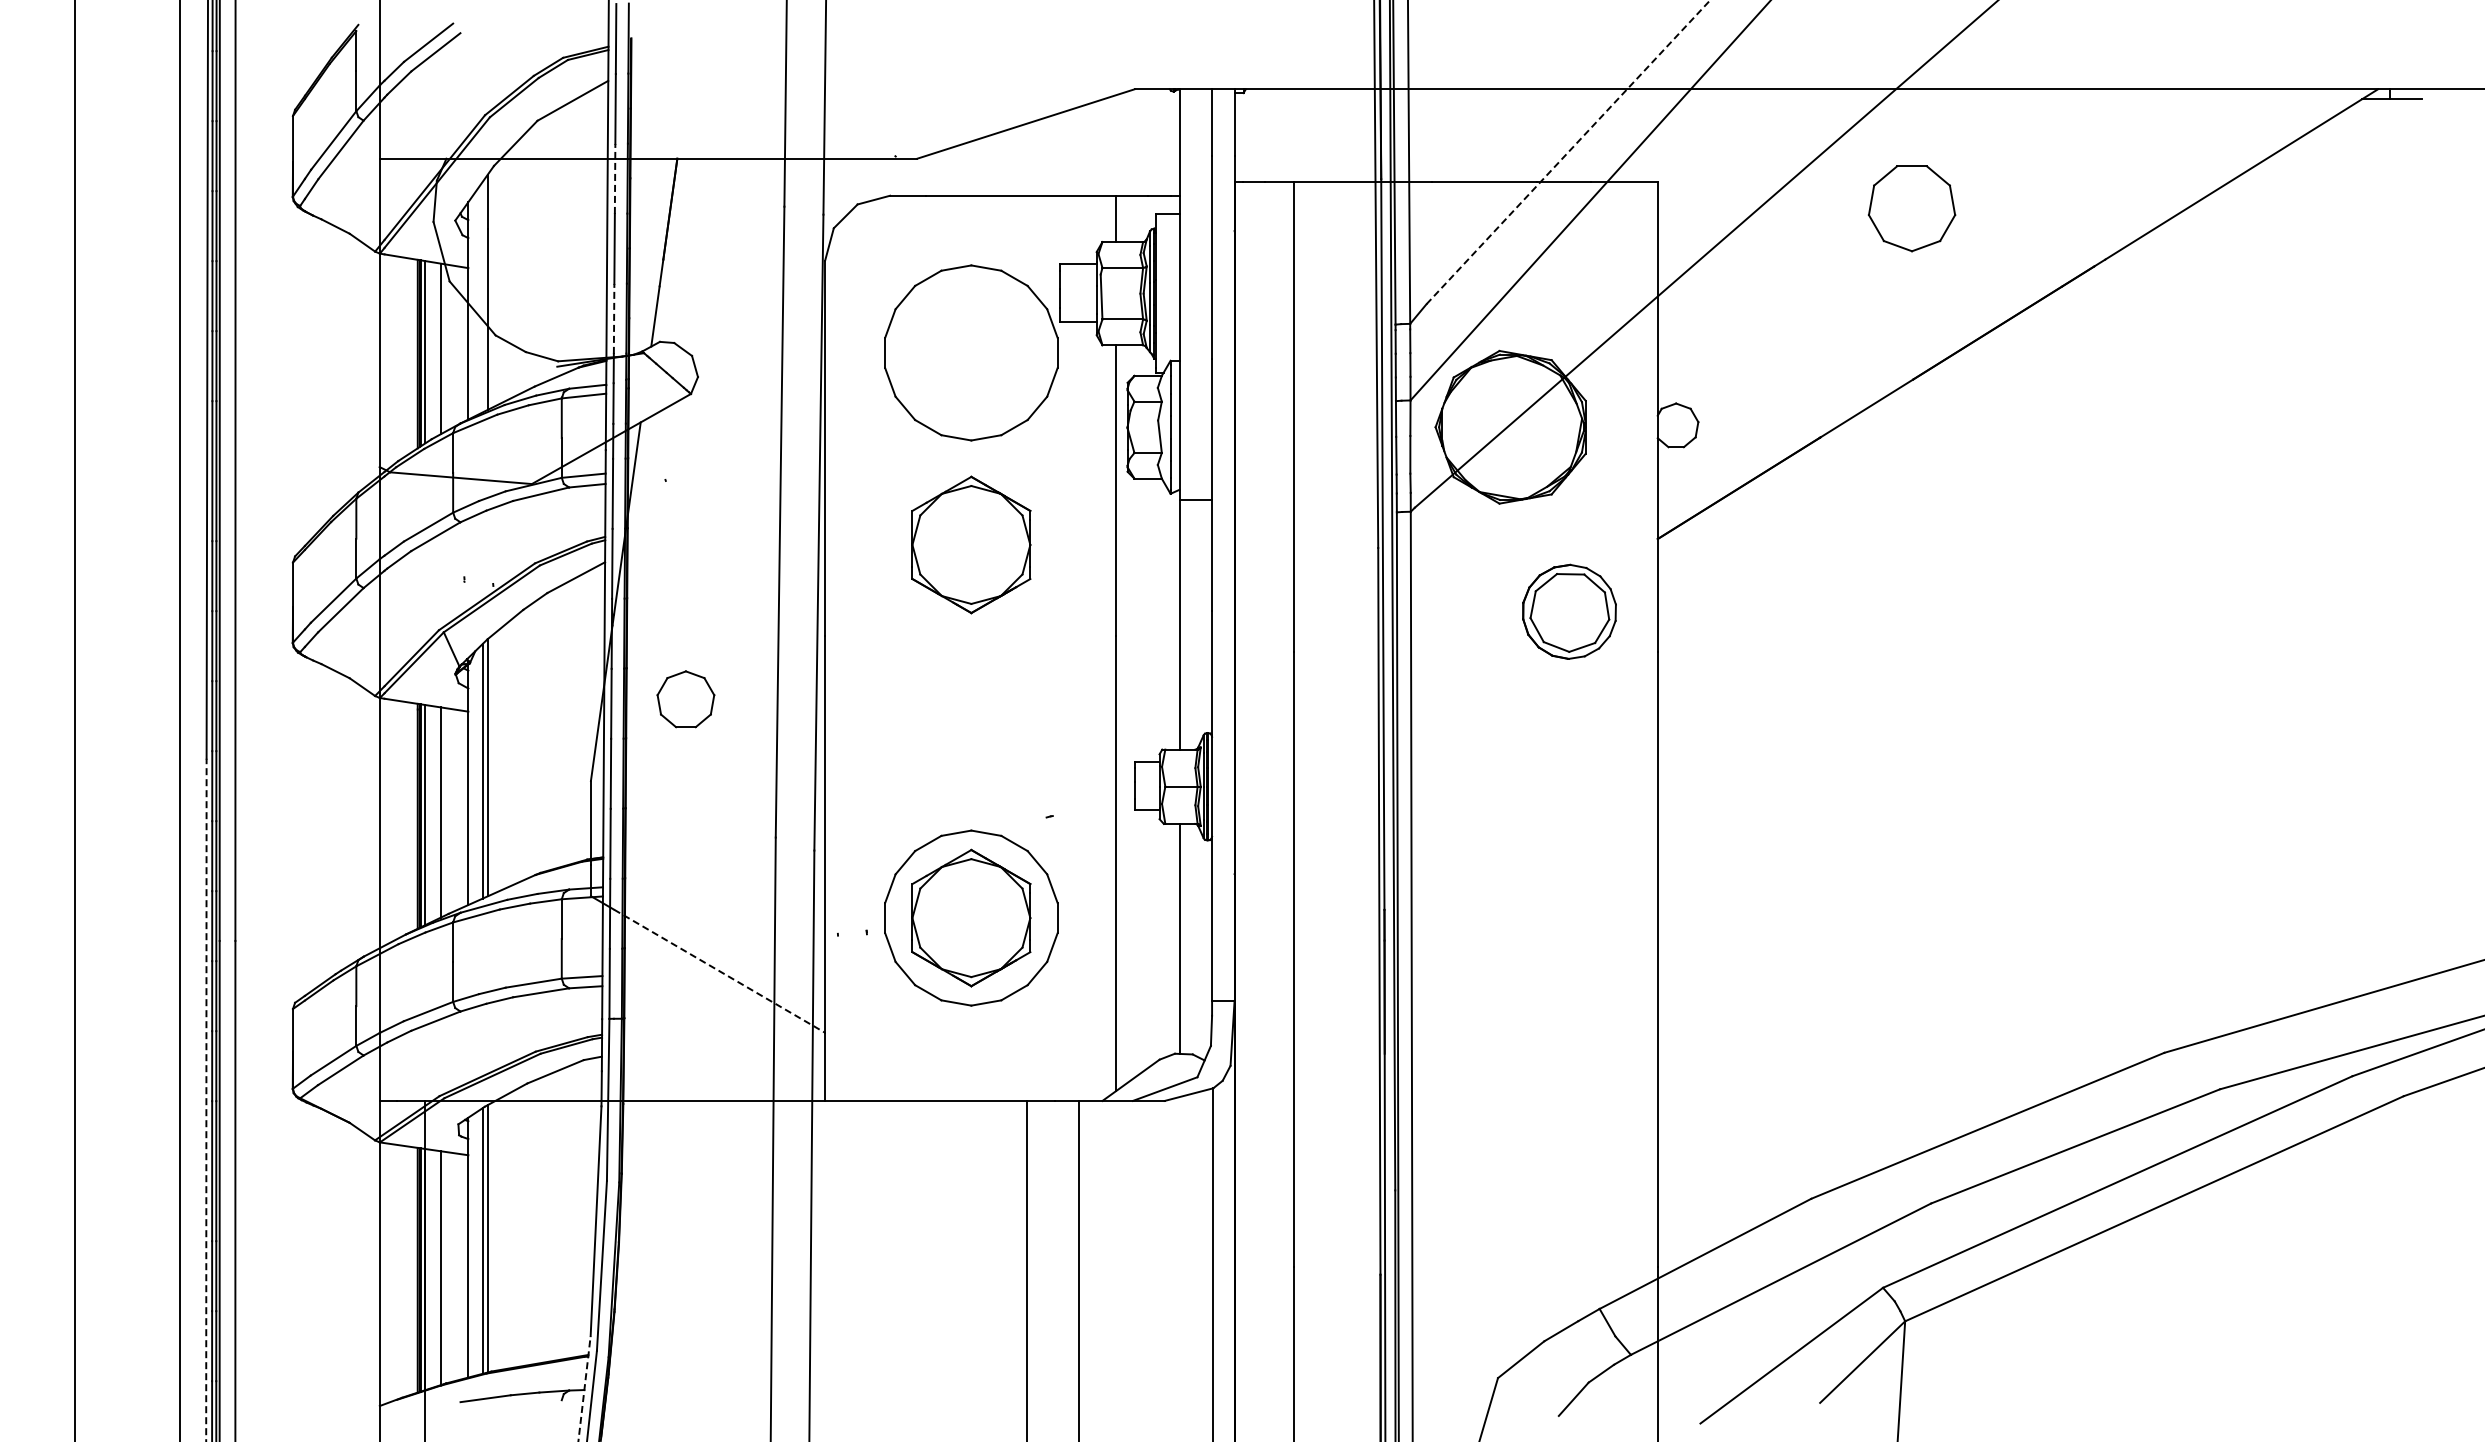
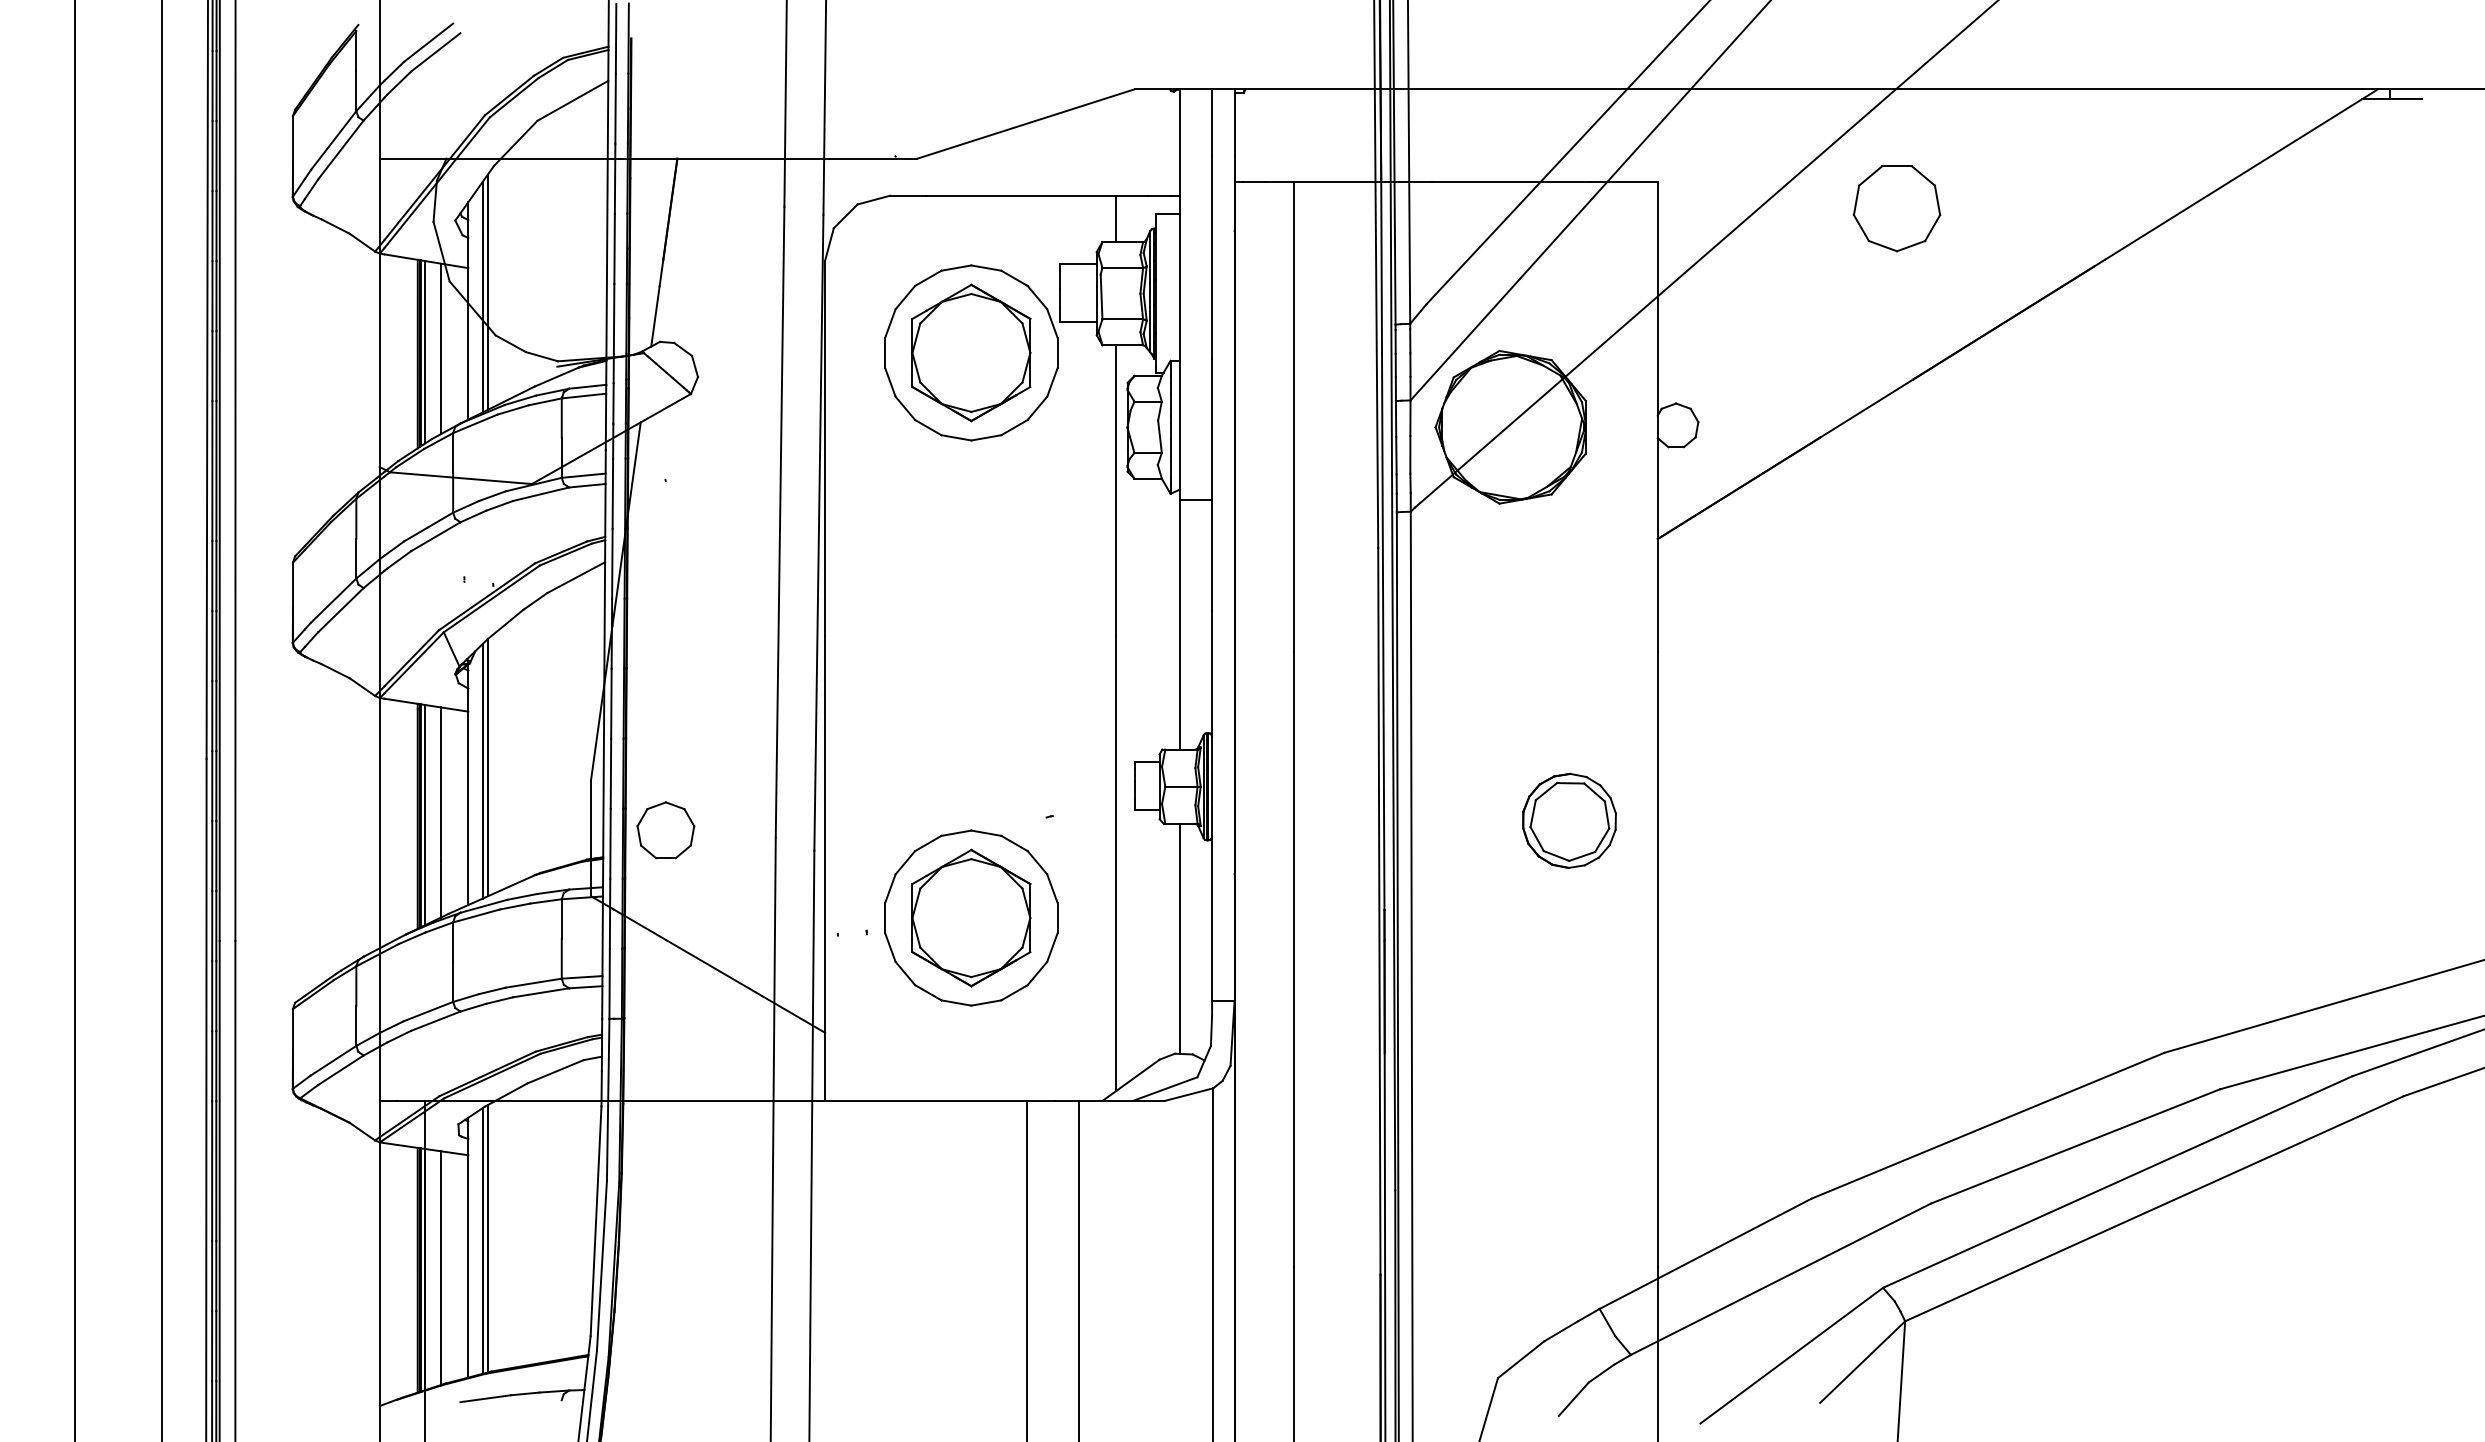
line at (1568, 152): dashed -> solid
line at (615, 178): dashed -> solid
part at (1912, 208) position: (1912, 208) -> (1897, 208)
line at (482, 297): none -> present
line at (614, 318): dashed -> solid
part at (971, 544) position: (971, 544) -> (971, 352)
part at (1569, 611) position: (1569, 611) -> (1569, 820)
part at (685, 699) position: (685, 699) -> (665, 830)
line at (179, 720) position: (179, 720) -> (161, 720)
line at (720, 971): dashed -> solid
line at (206, 1099): dashed -> solid
line at (584, 1388): dashed -> solid
